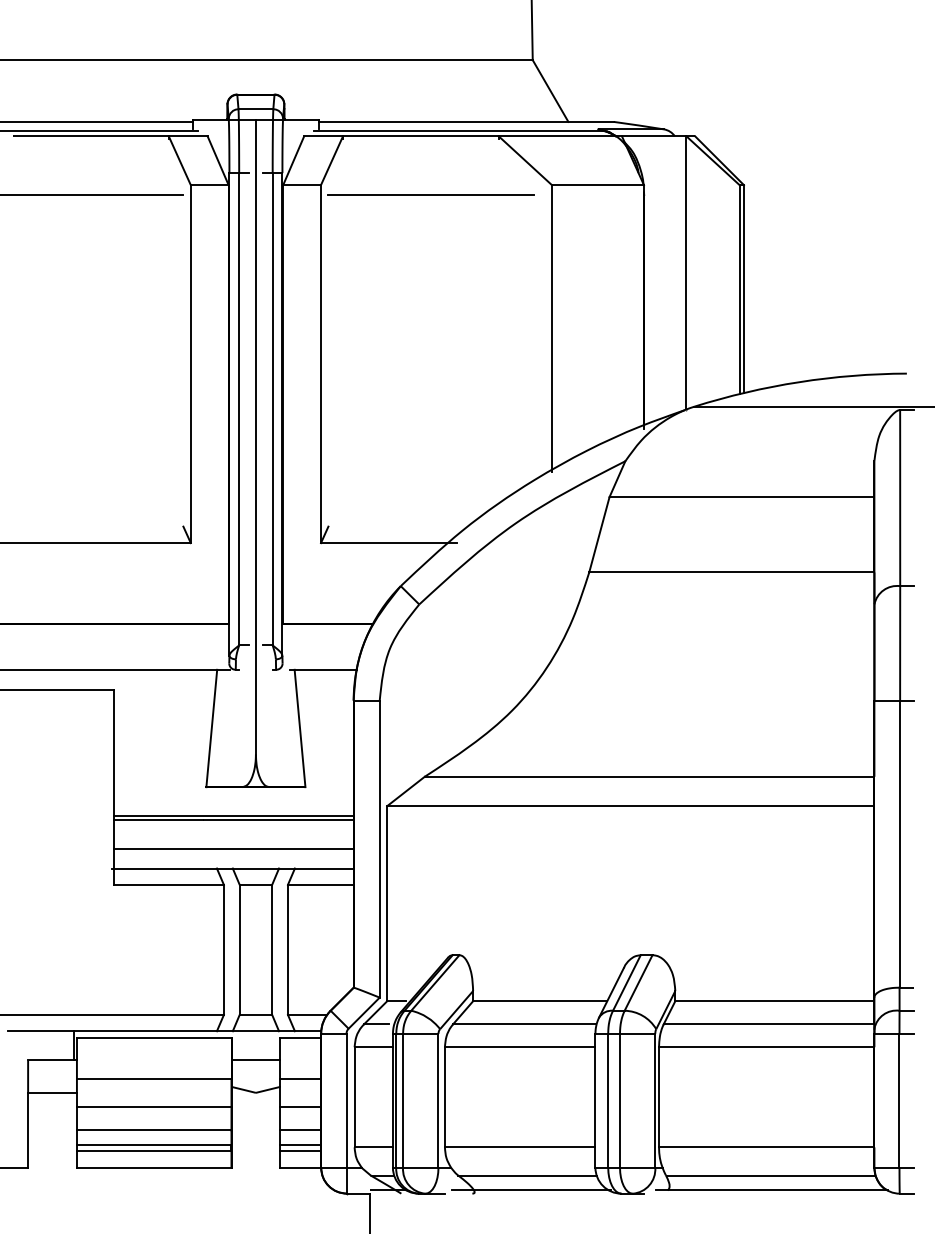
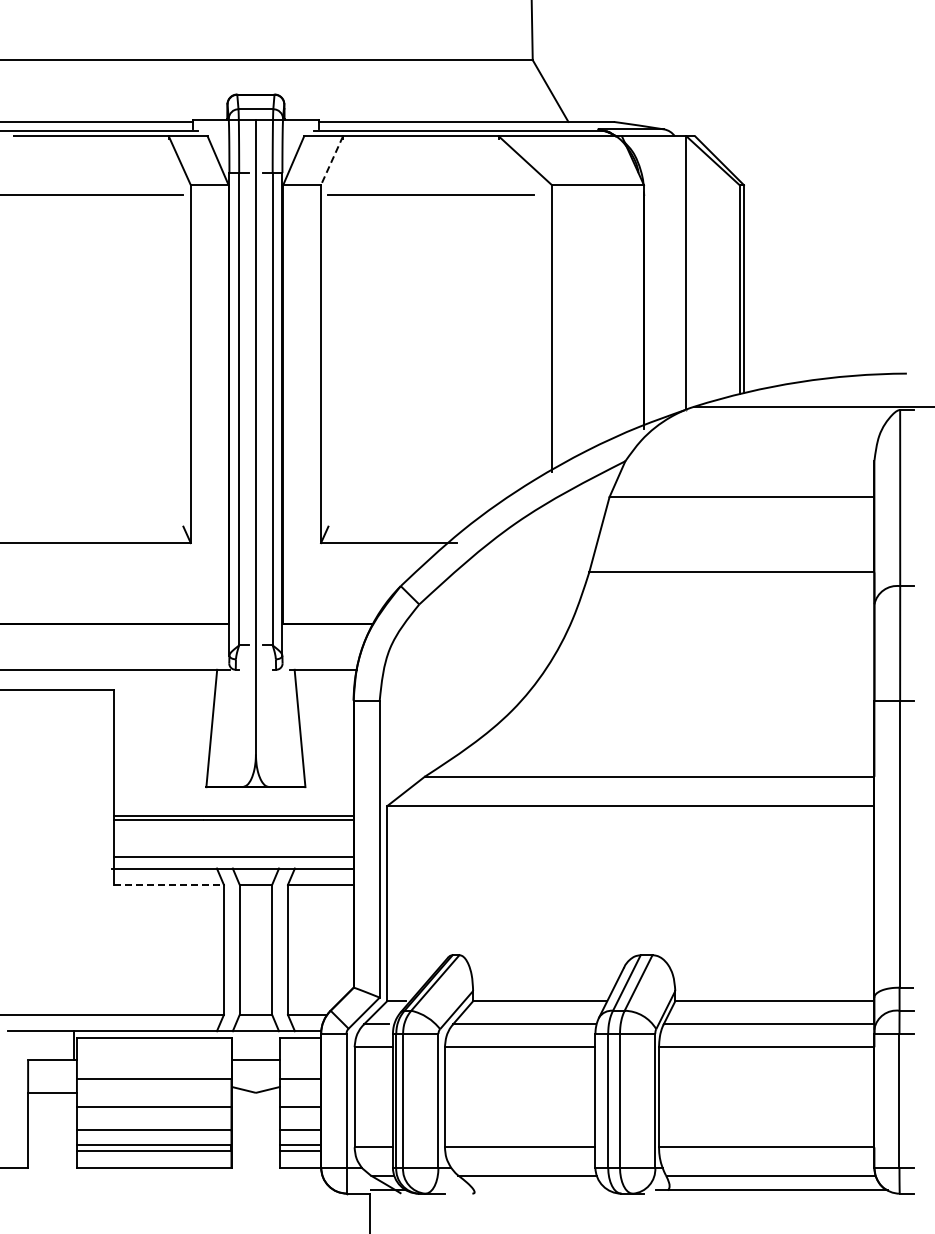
line at (332, 160): solid -> dashed
line at (233, 848) position: (233, 848) -> (233, 856)
line at (169, 884): solid -> dashed
line at (530, 1190): present -> none
